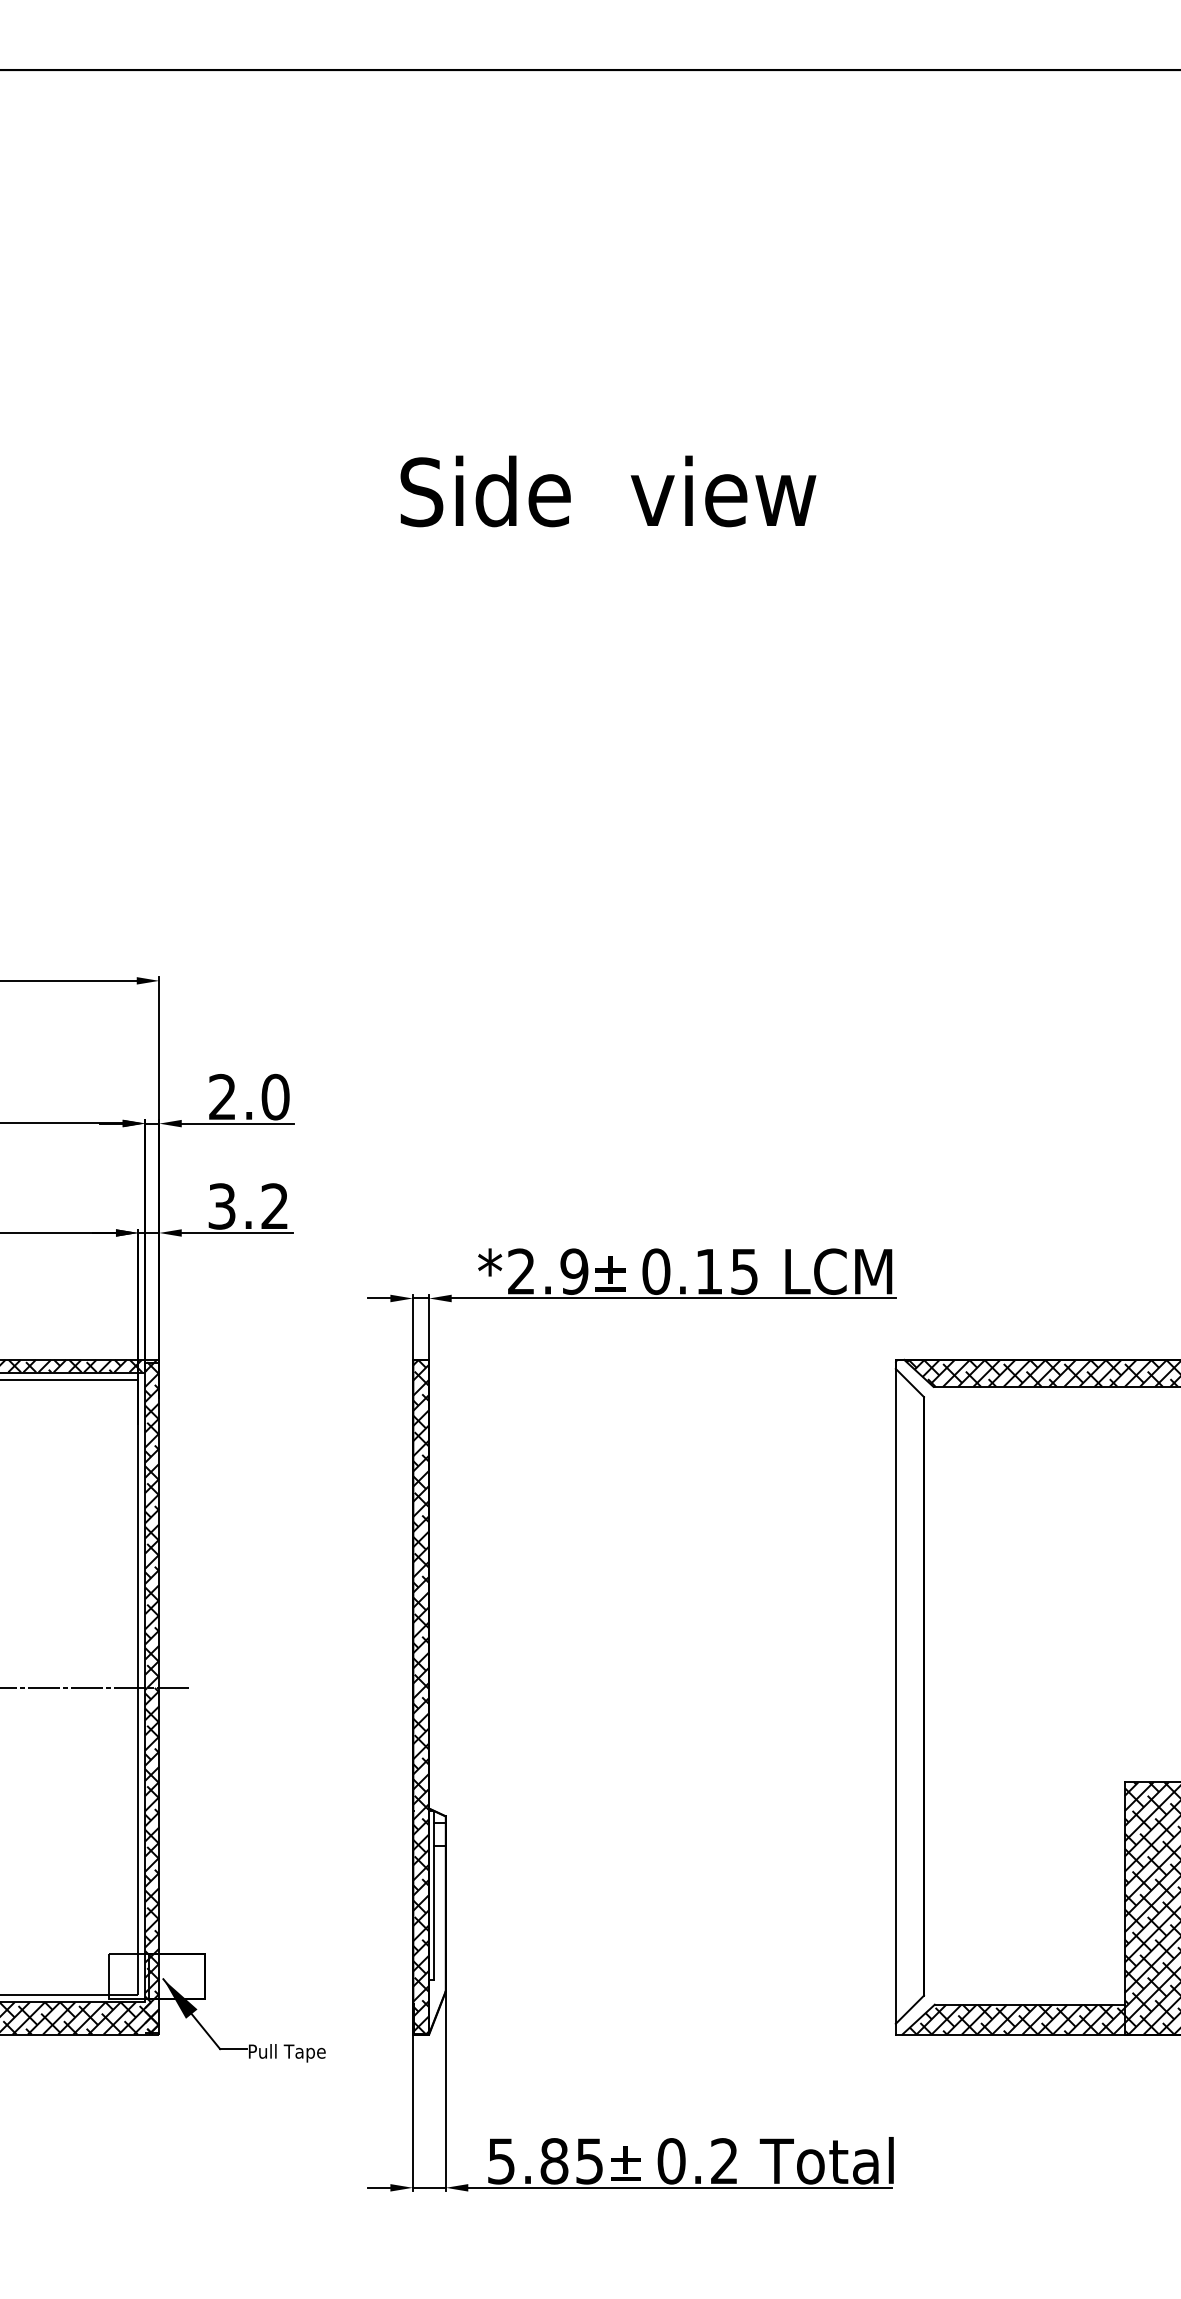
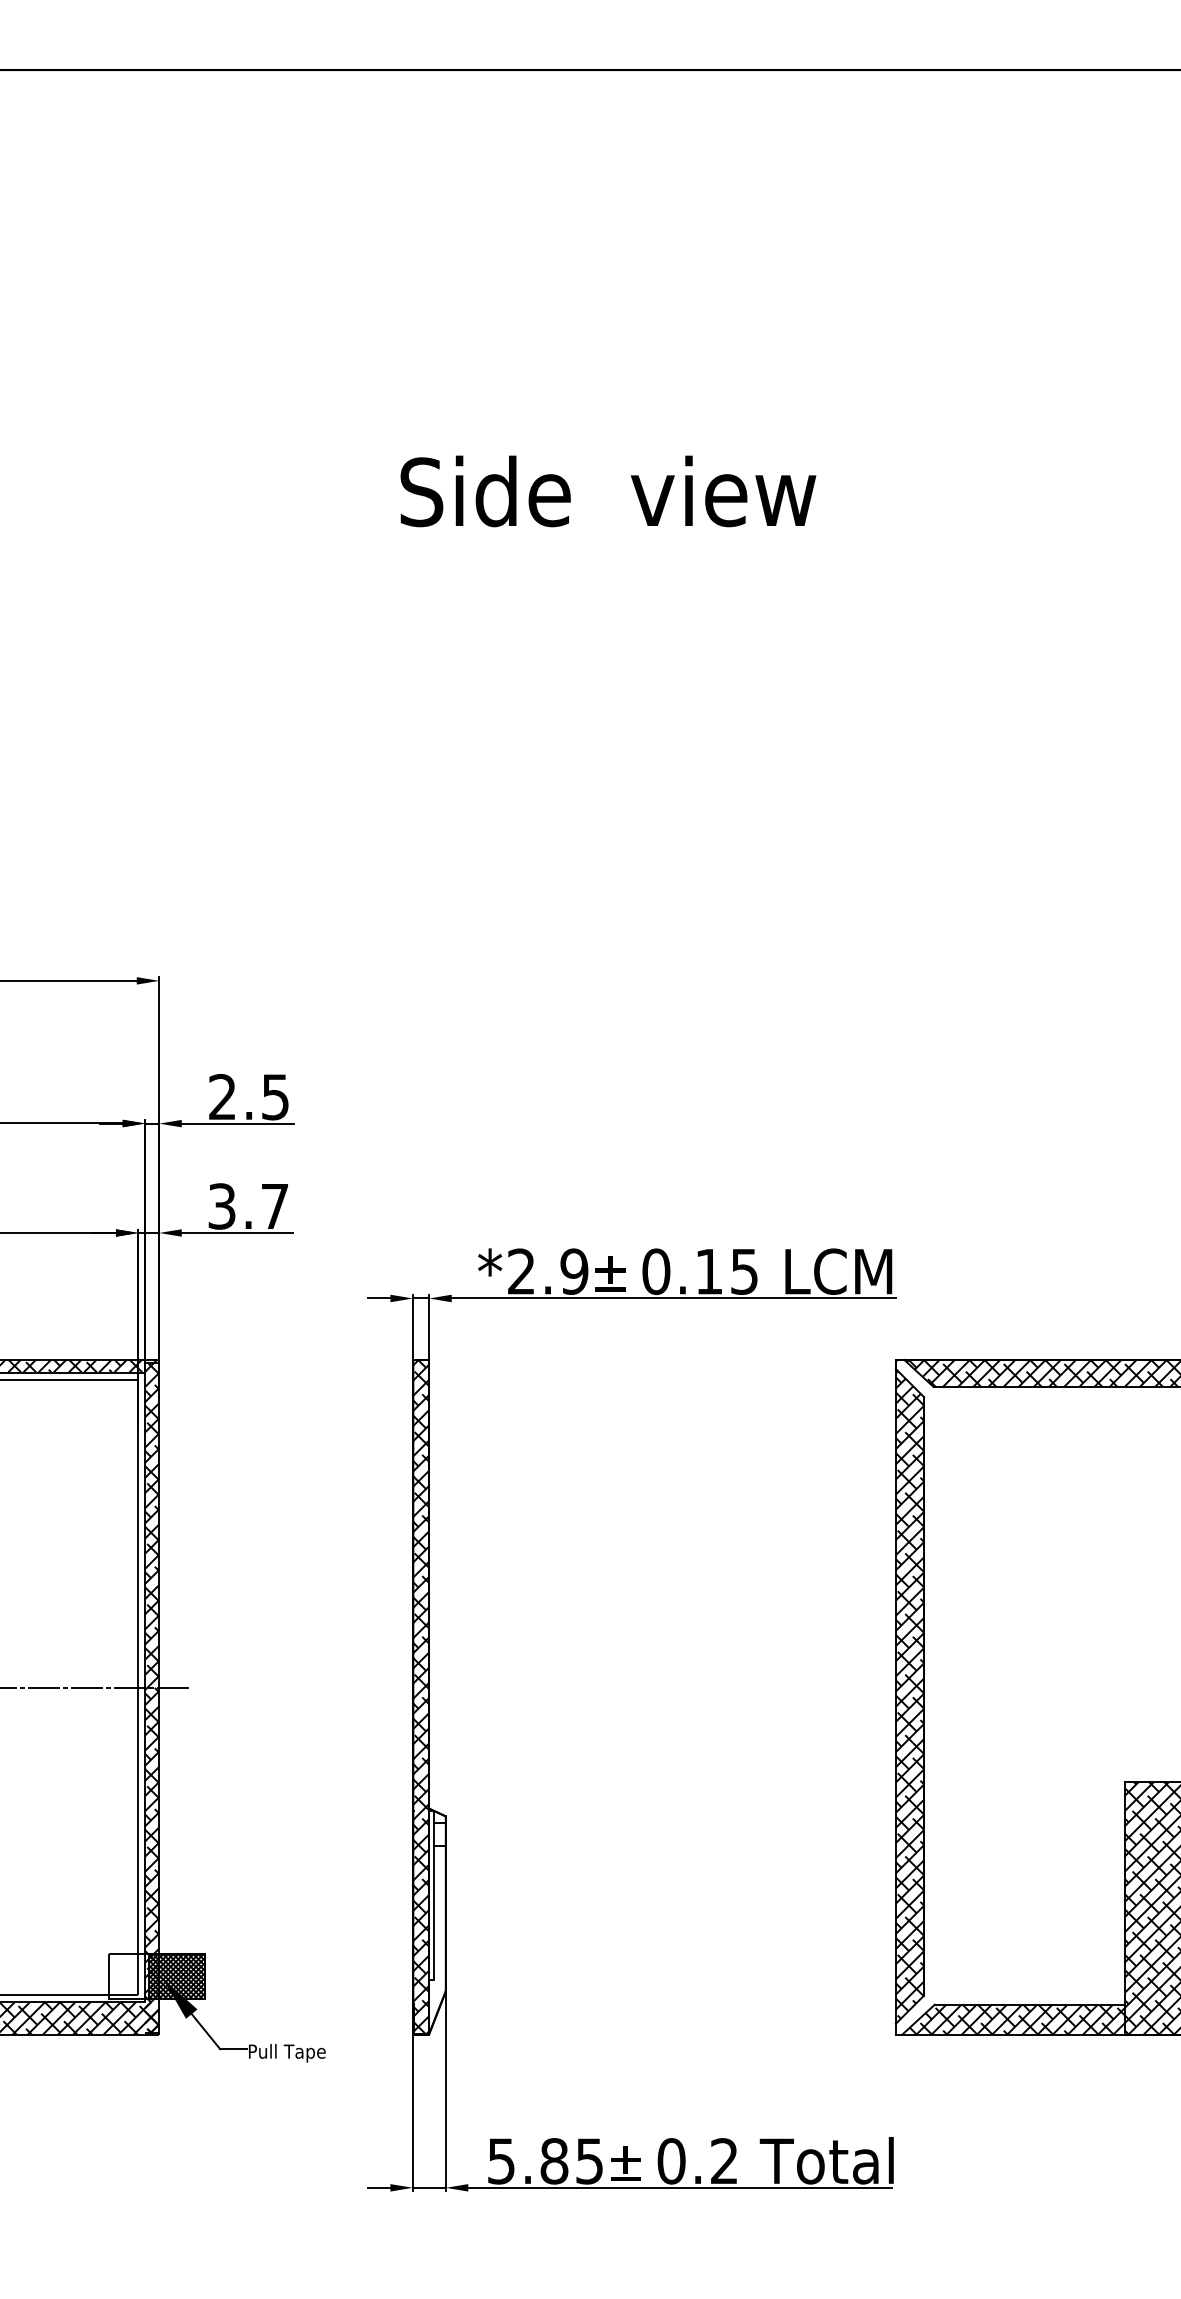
text at (275, 1096): 2.0 -> 2.5
text at (274, 1205): 3.2 -> 3.7
hatch at (909, 1694): none -> present
hatch at (176, 1975): none -> present
